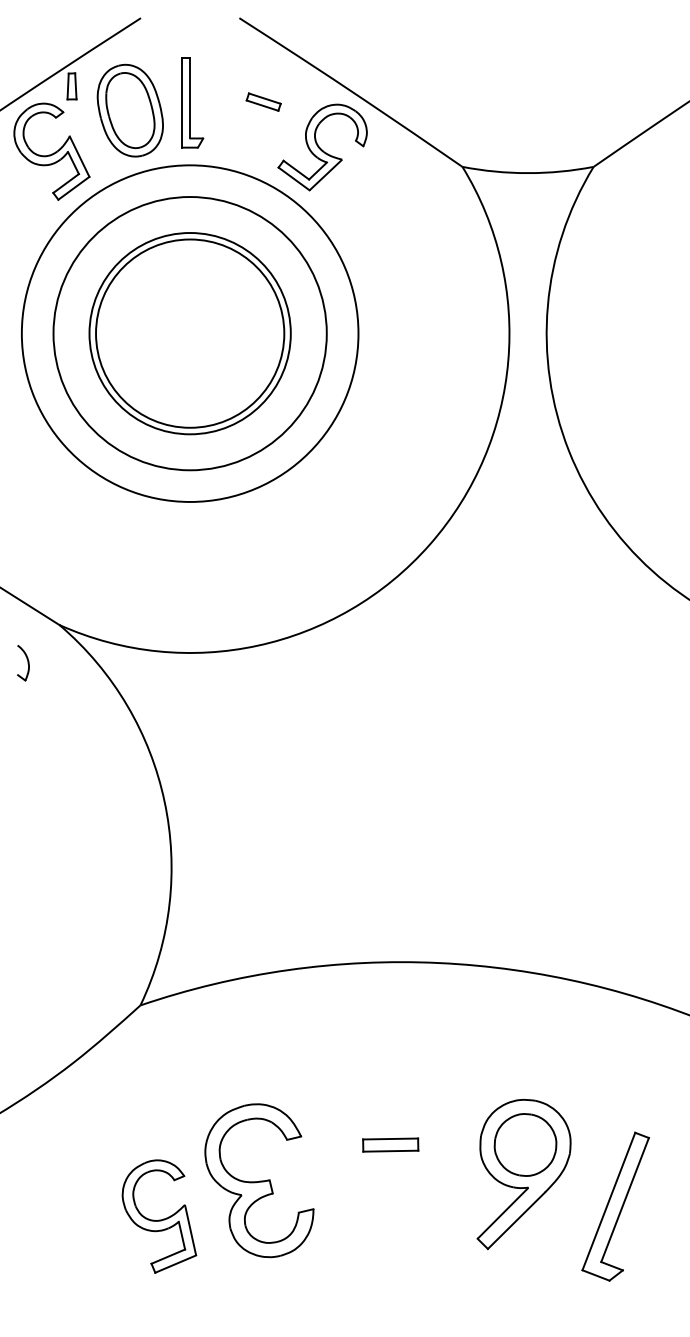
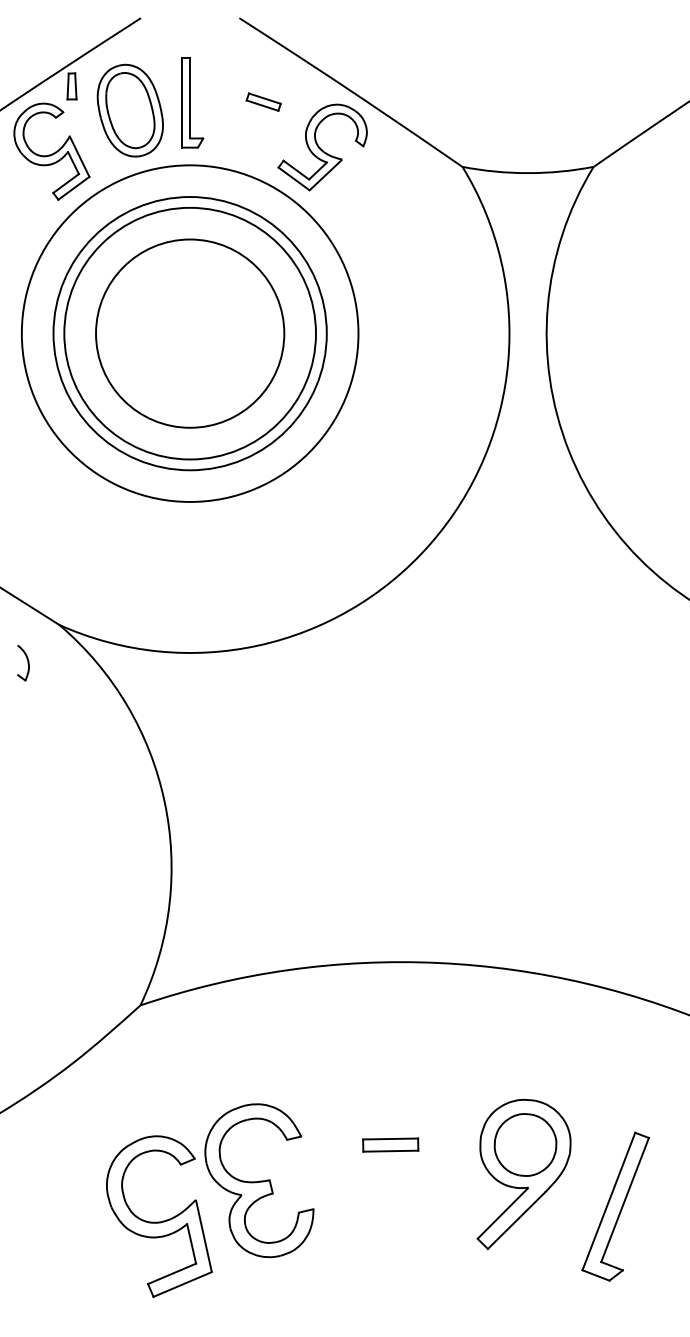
circle at (189, 333) diameter: 201 px -> 252 px
part at (159, 1216) size: 77x115 px -> 107x163 px
